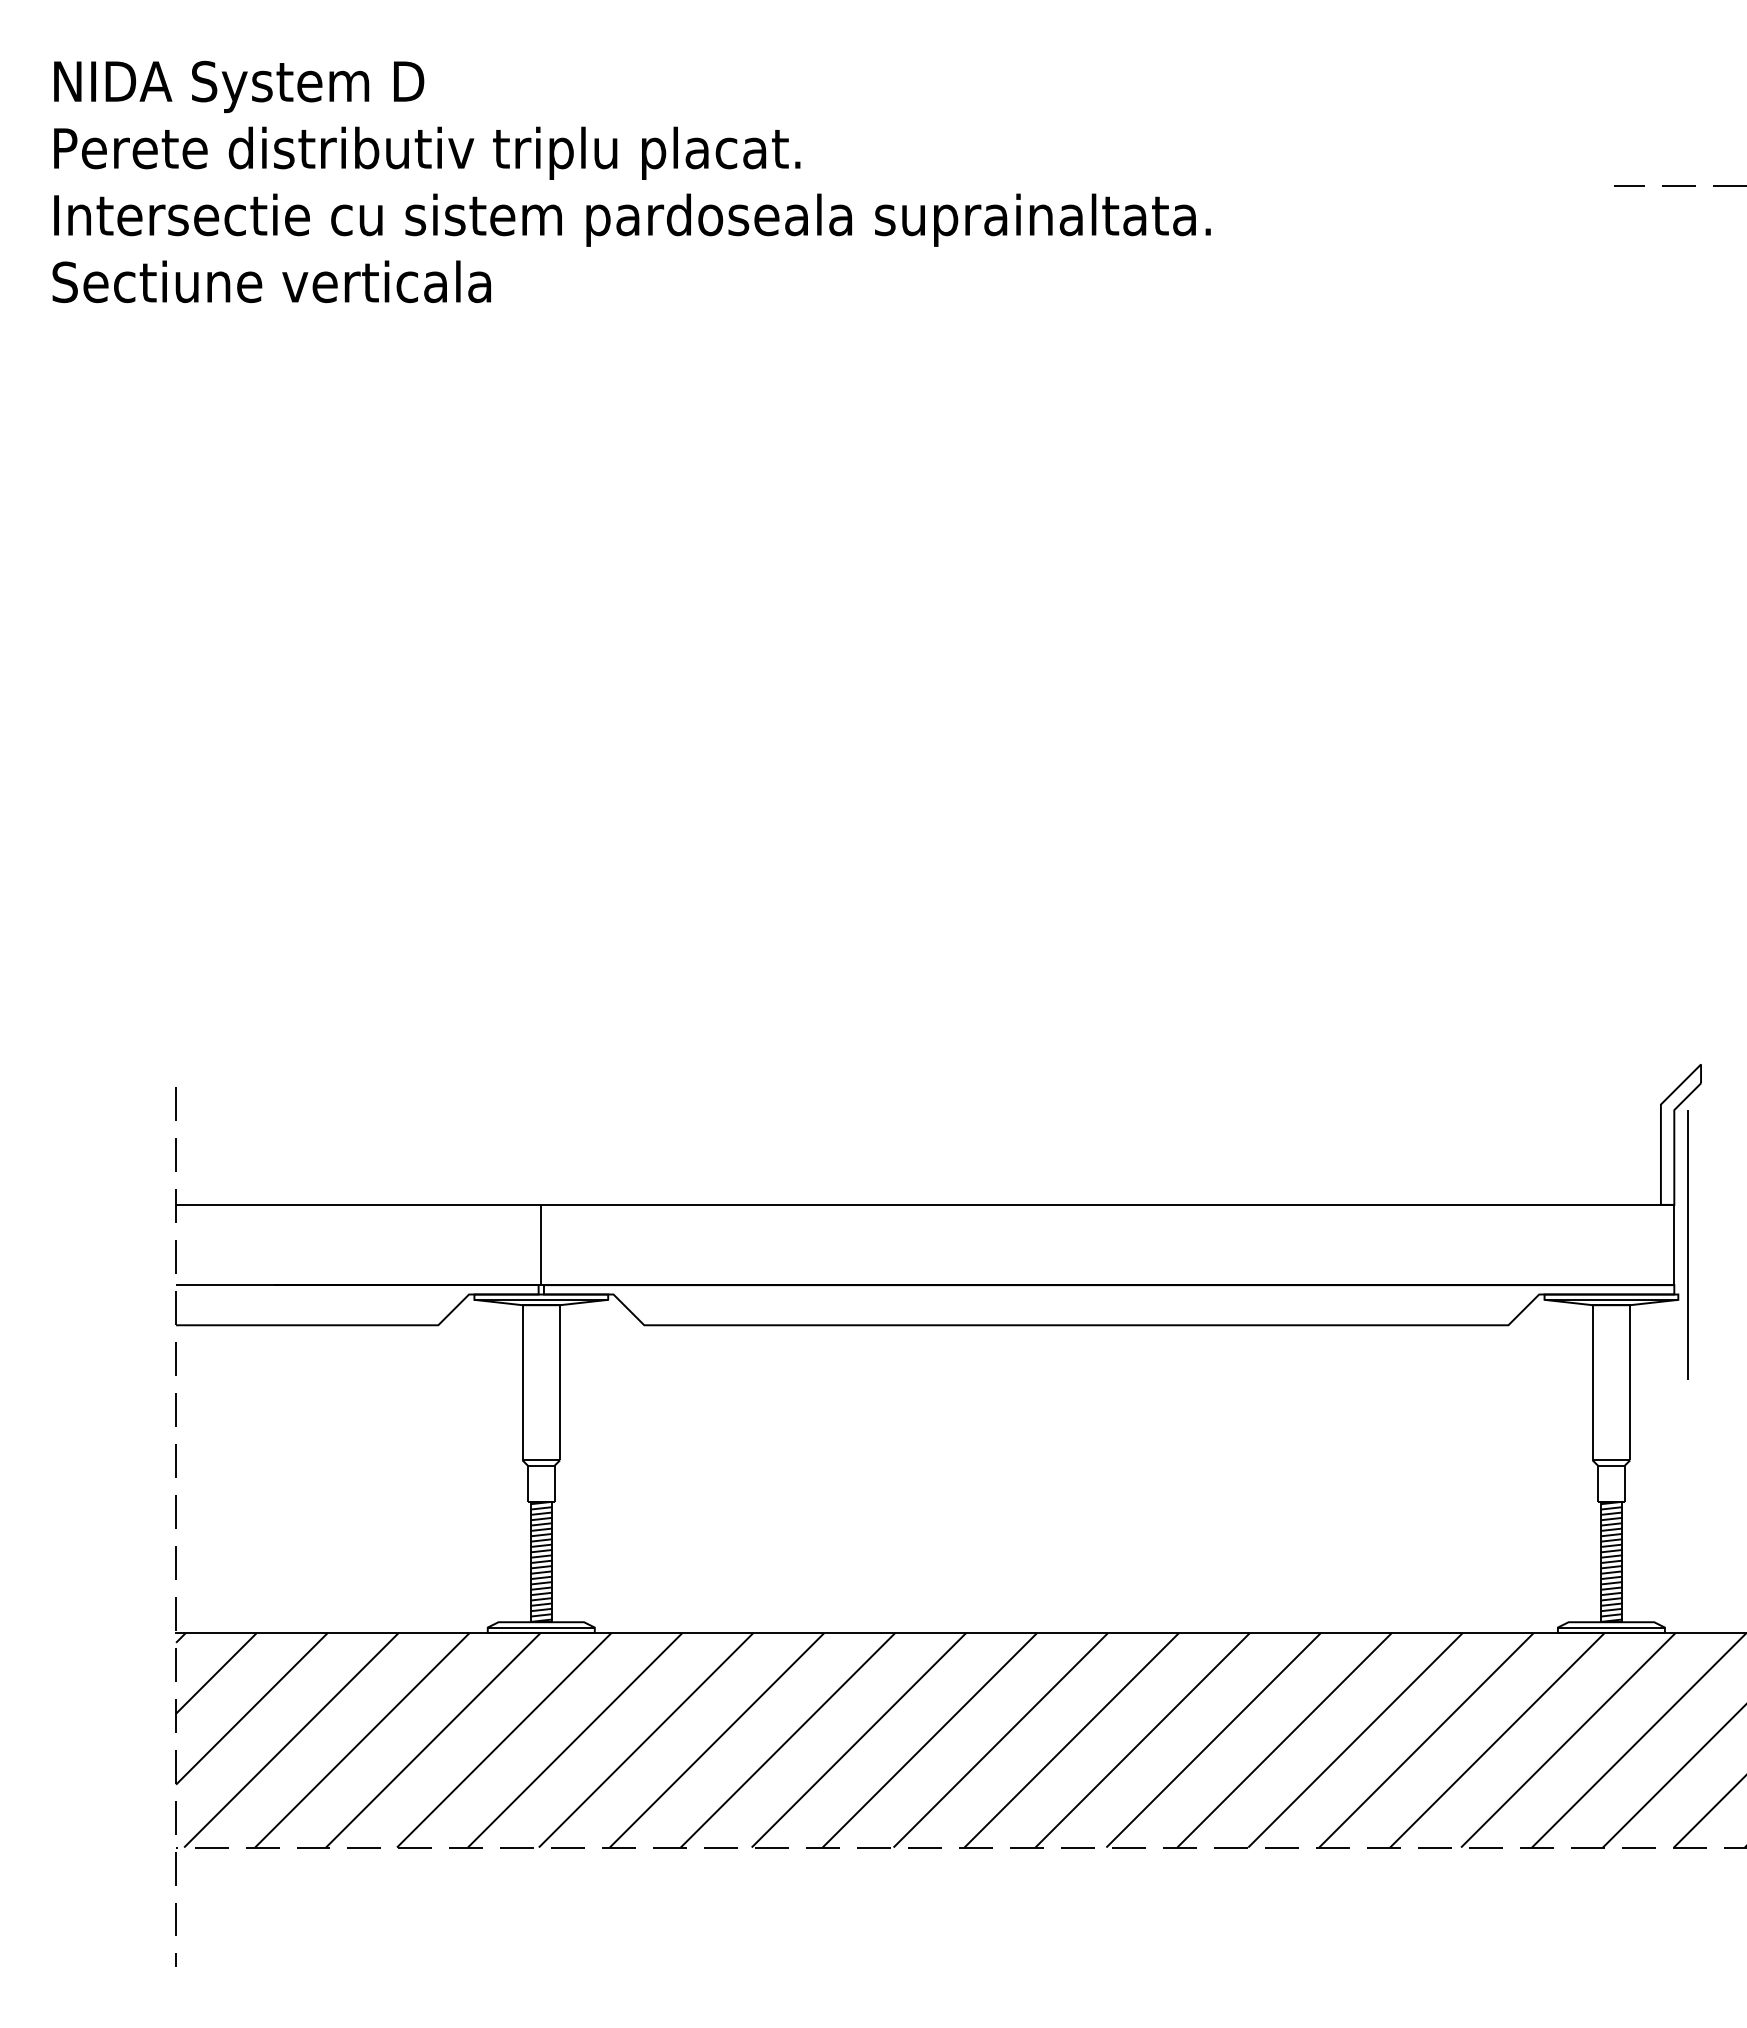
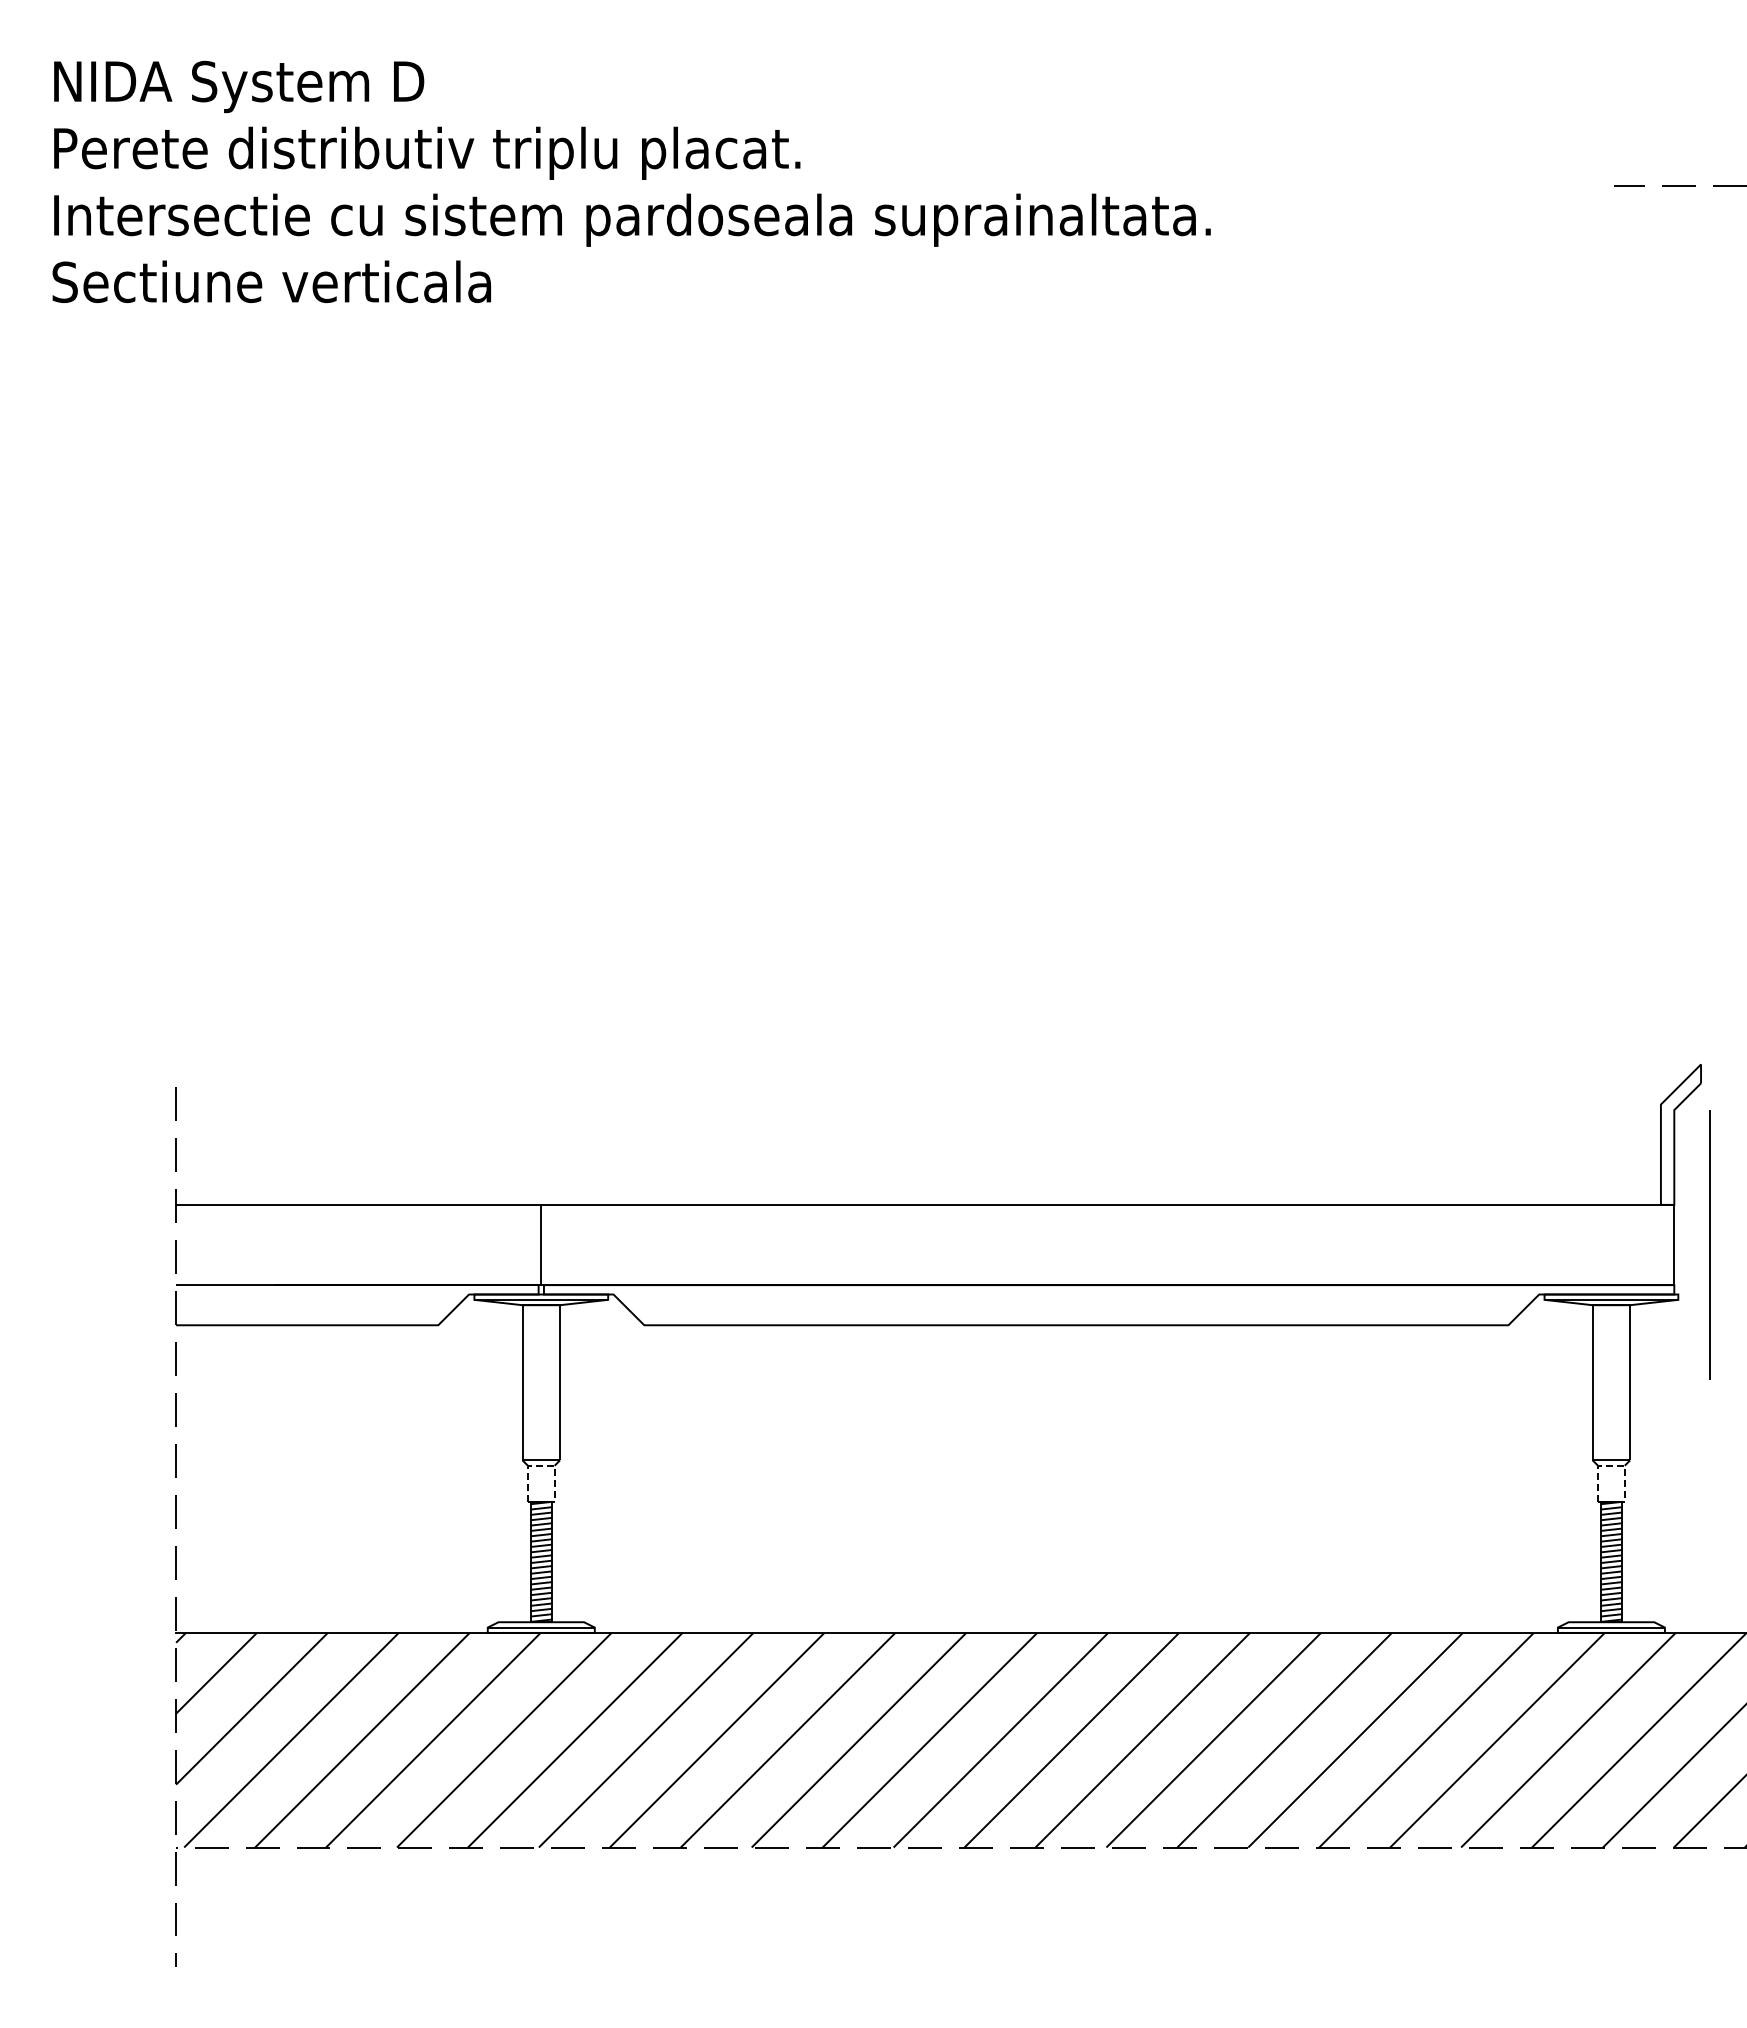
line at (1687, 1244) position: (1687, 1244) -> (1709, 1244)
line at (541, 1465): solid -> dashed
line at (1611, 1465): solid -> dashed
